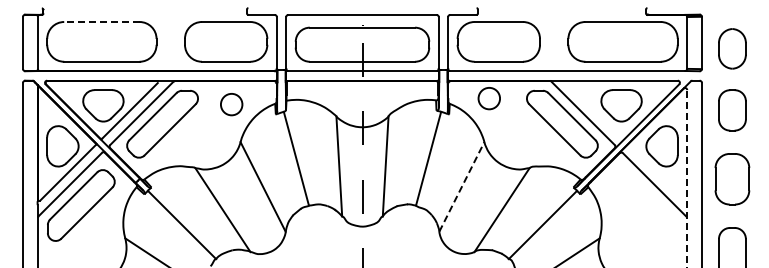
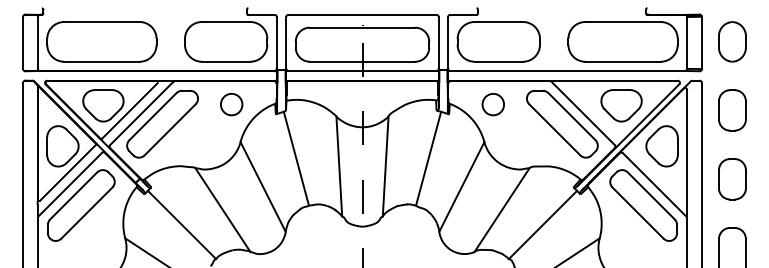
line at (101, 22): dashed -> solid
part at (732, 48) position: (732, 48) -> (732, 41)
circle at (488, 98) position: (488, 98) -> (492, 104)
line at (687, 179): dashed -> solid
part at (732, 179) size: 37x53 px -> 29x43 px
line at (462, 186): dashed -> solid
part at (643, 205): none -> present
